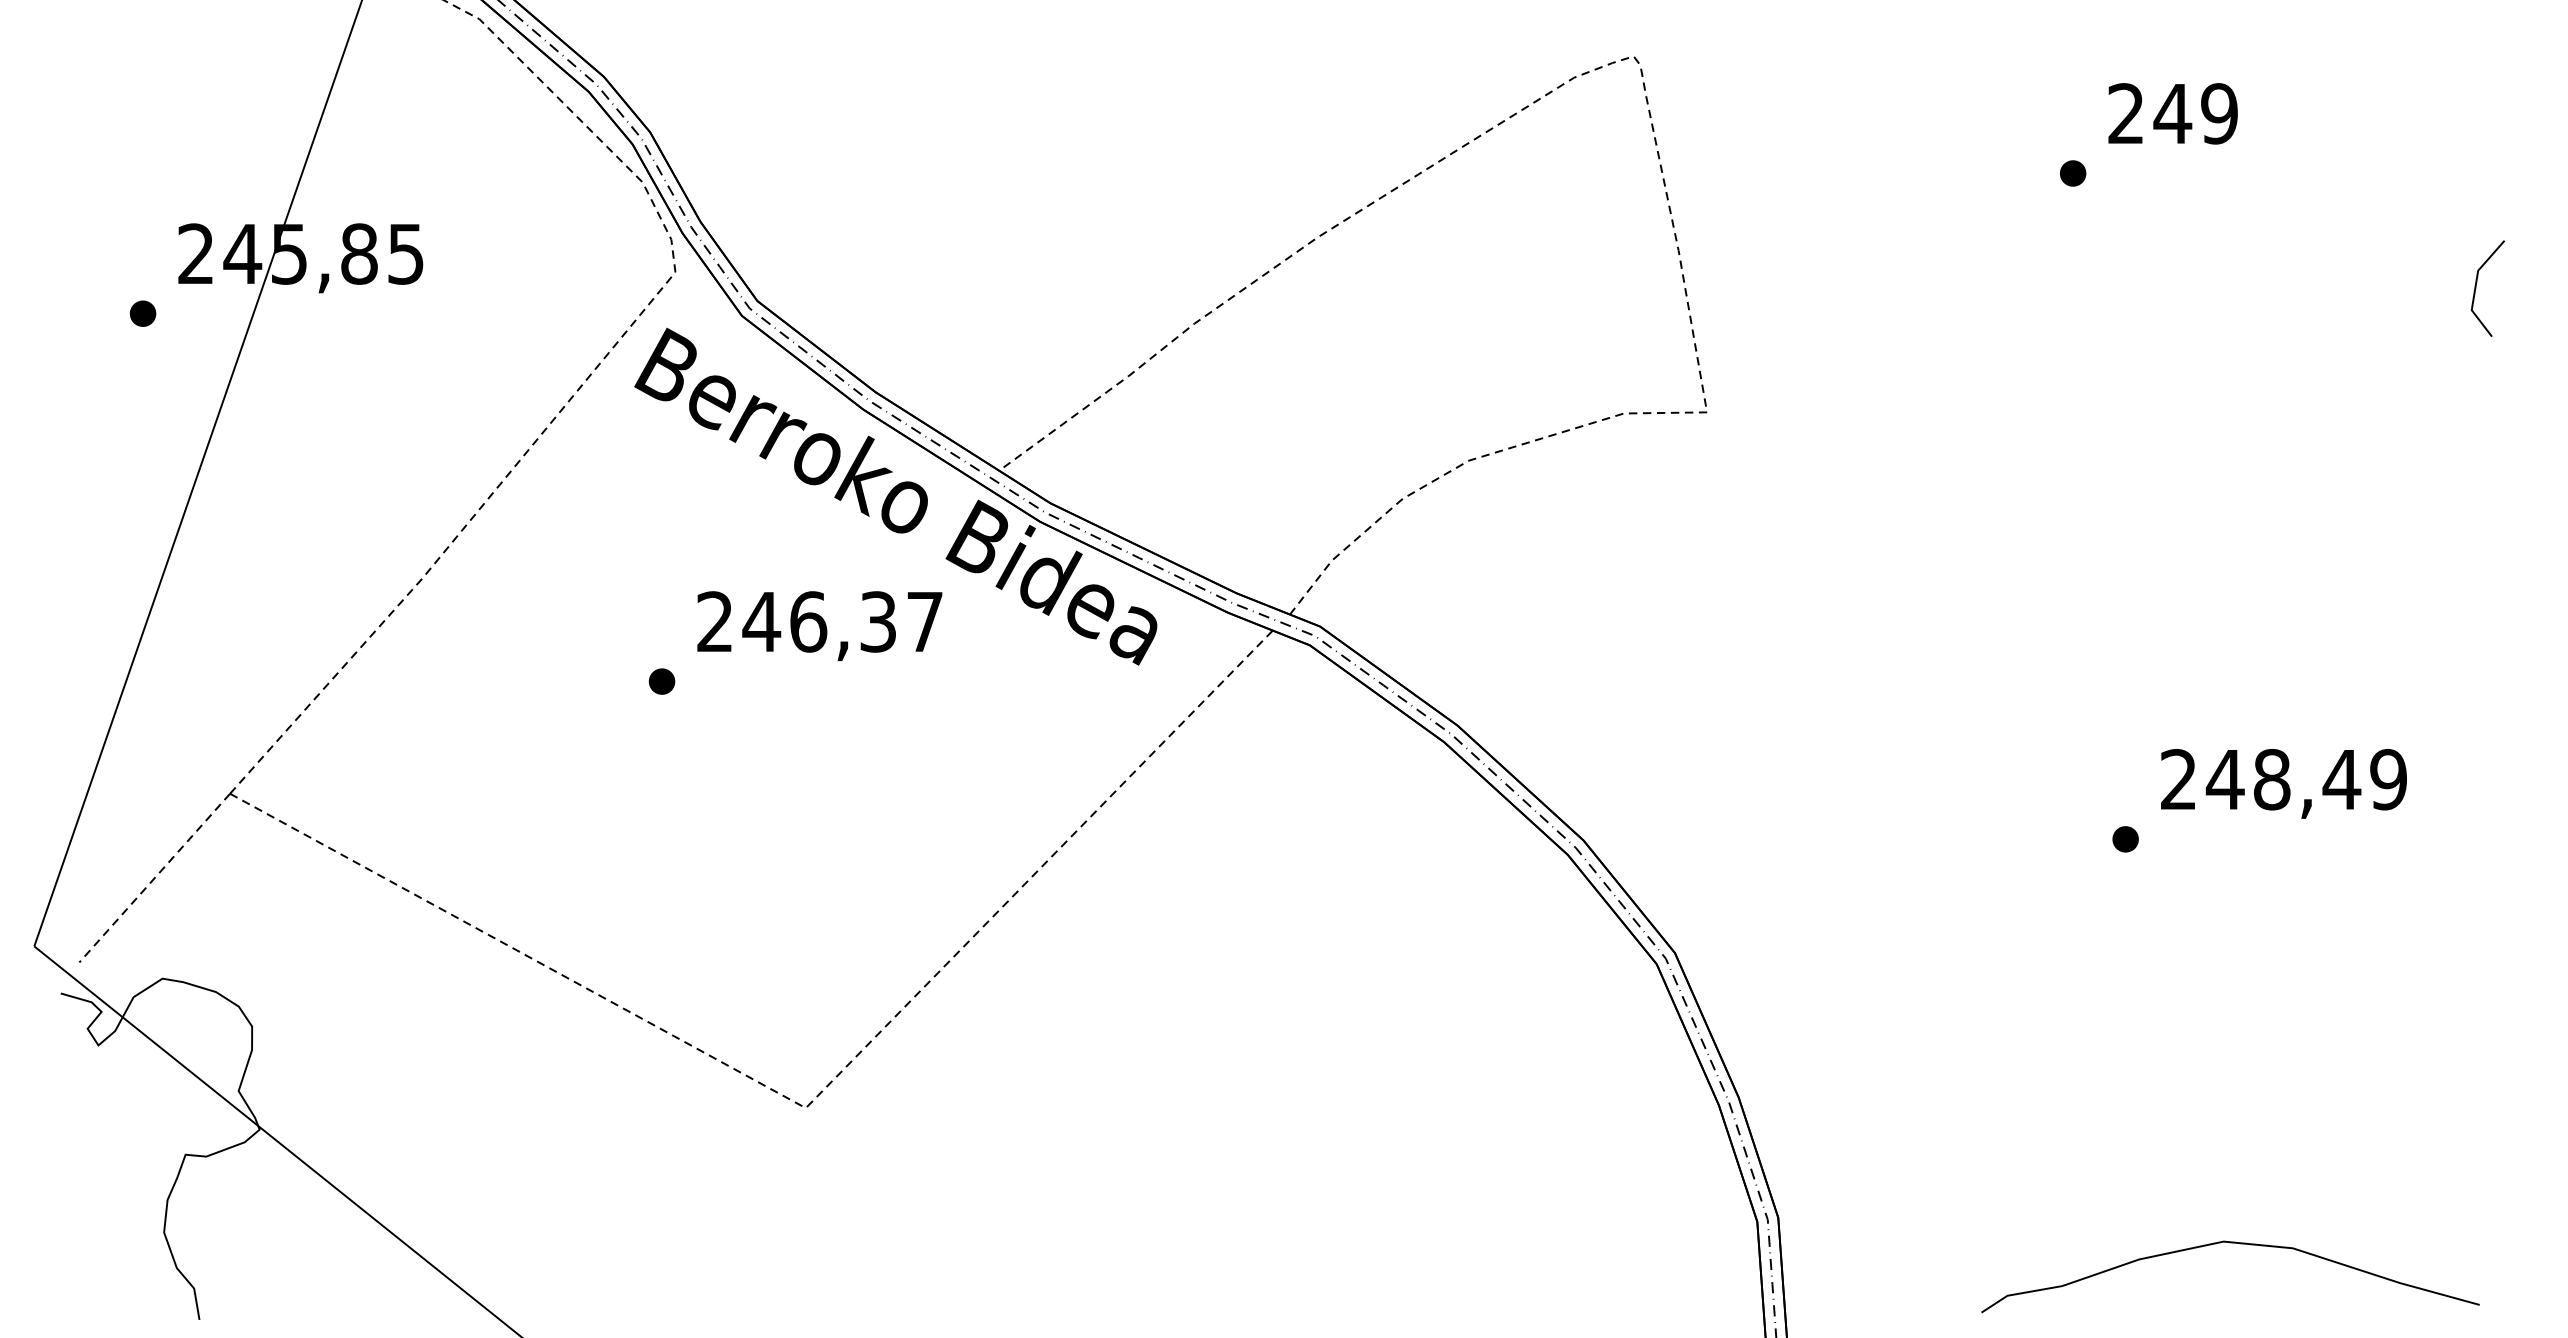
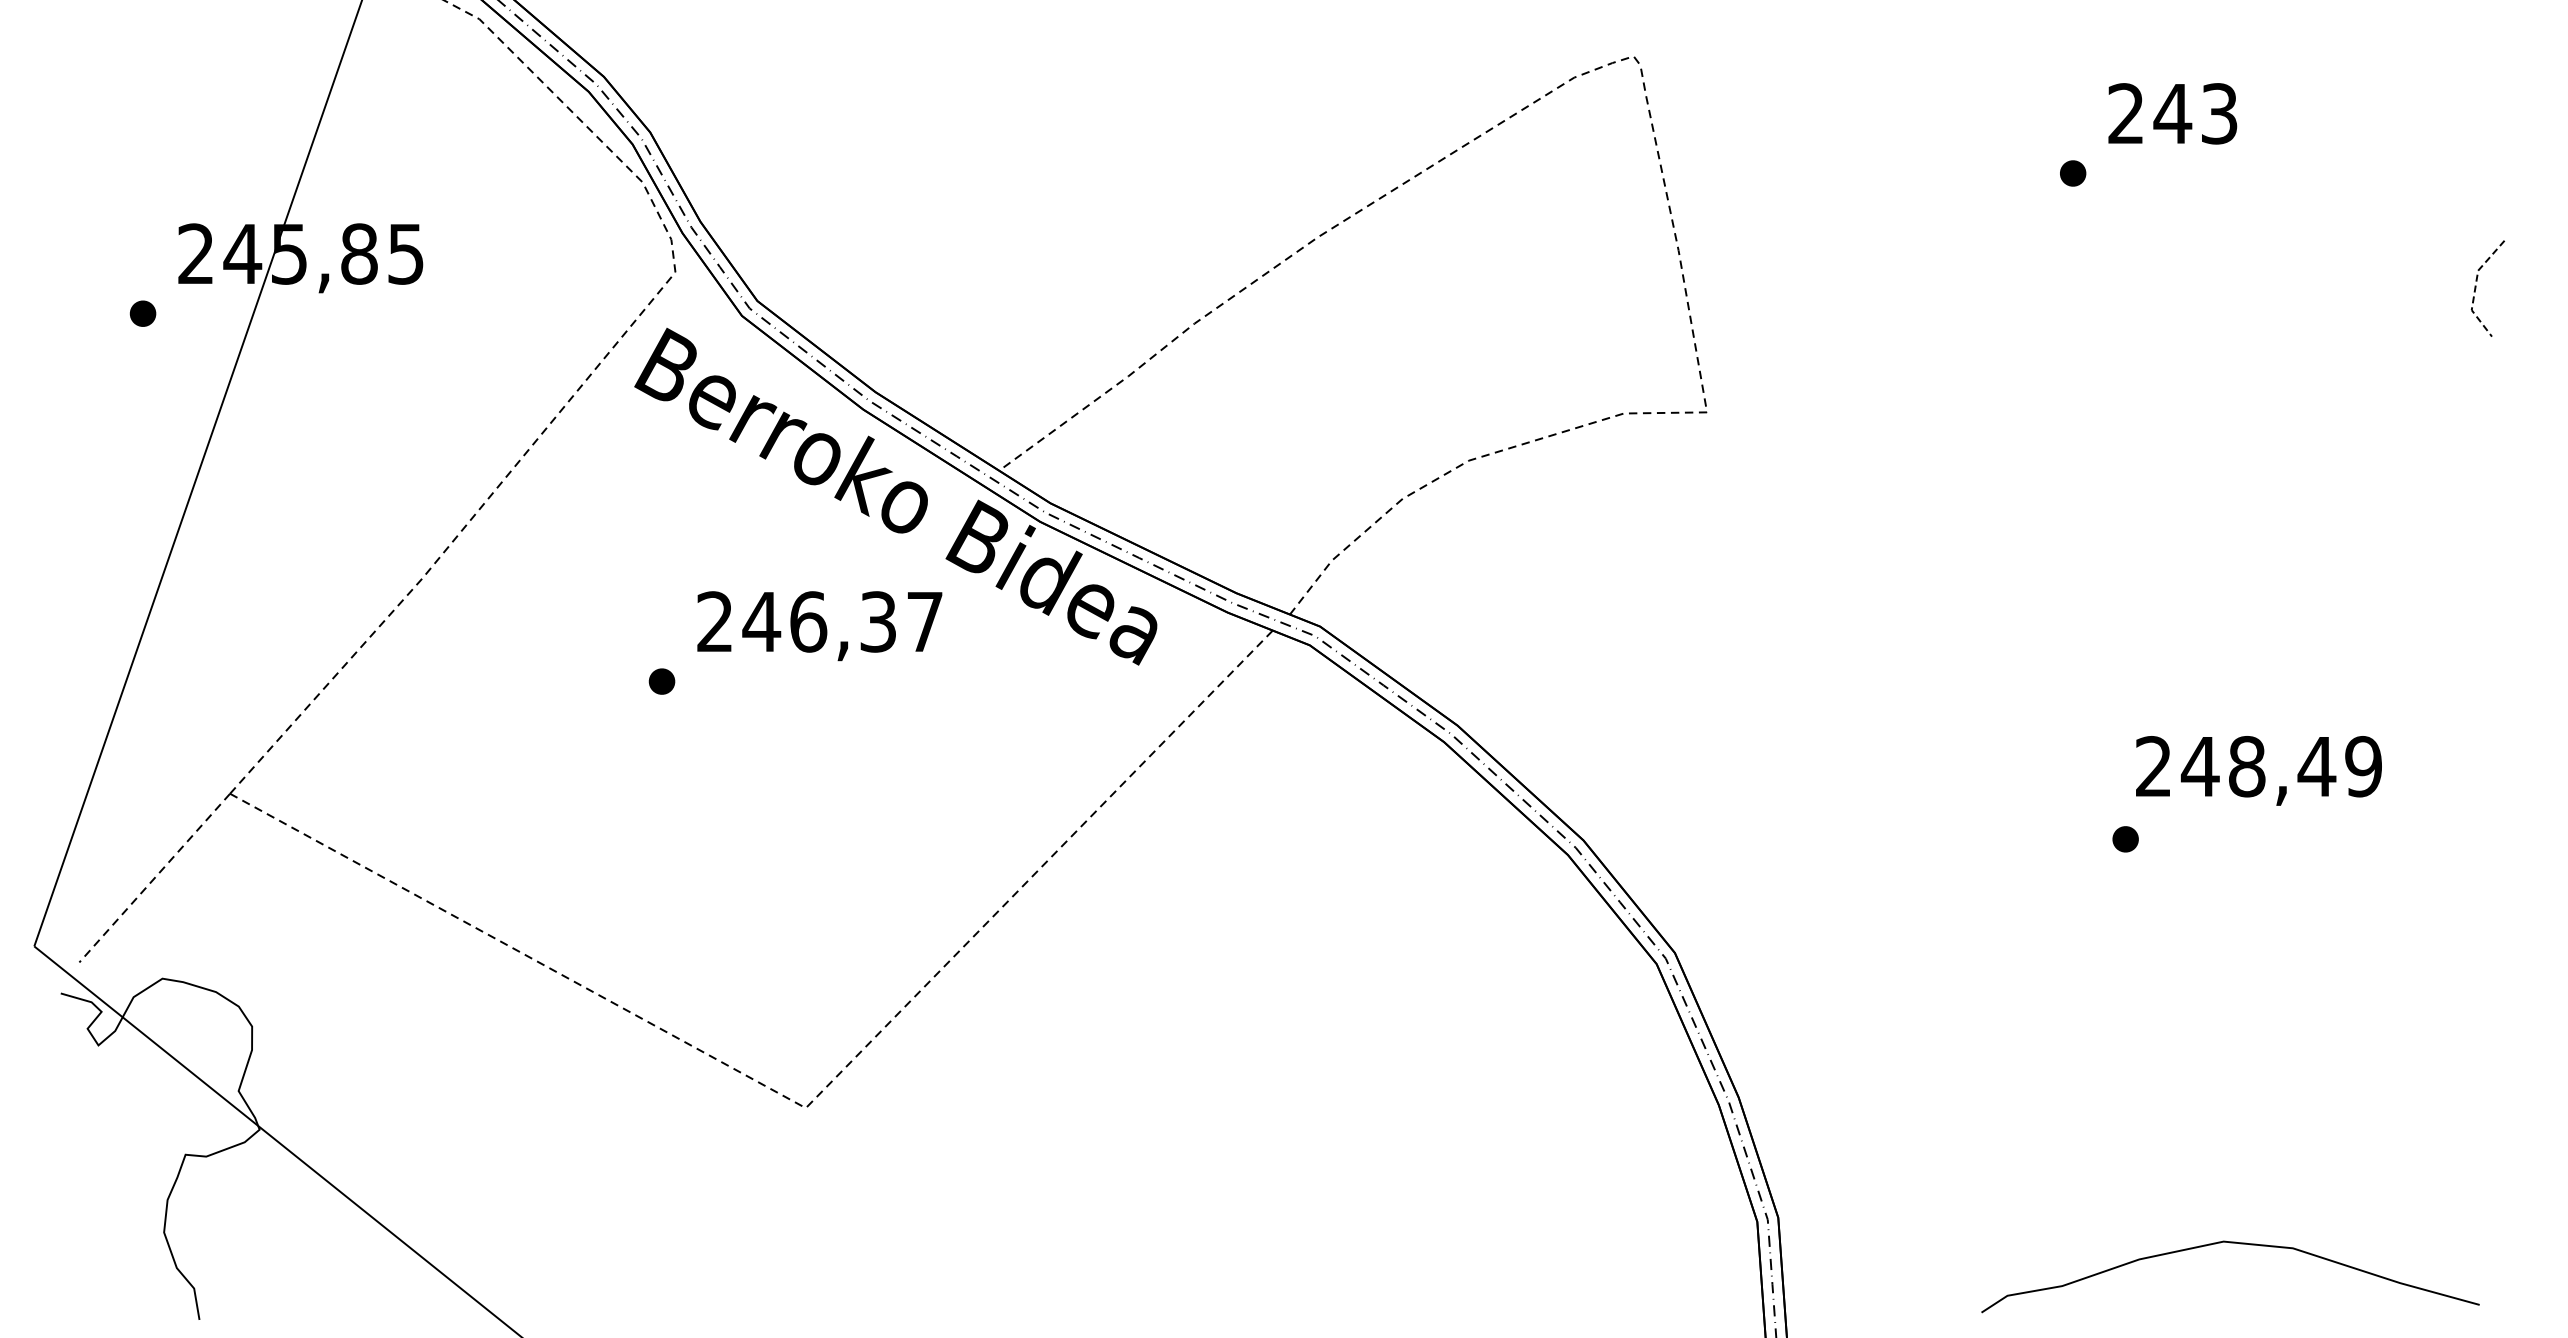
text at (2219, 113): 249 -> 243
line at (2475, 288): solid -> dashed
text at (2283, 783) position: (2283, 783) -> (2258, 770)
